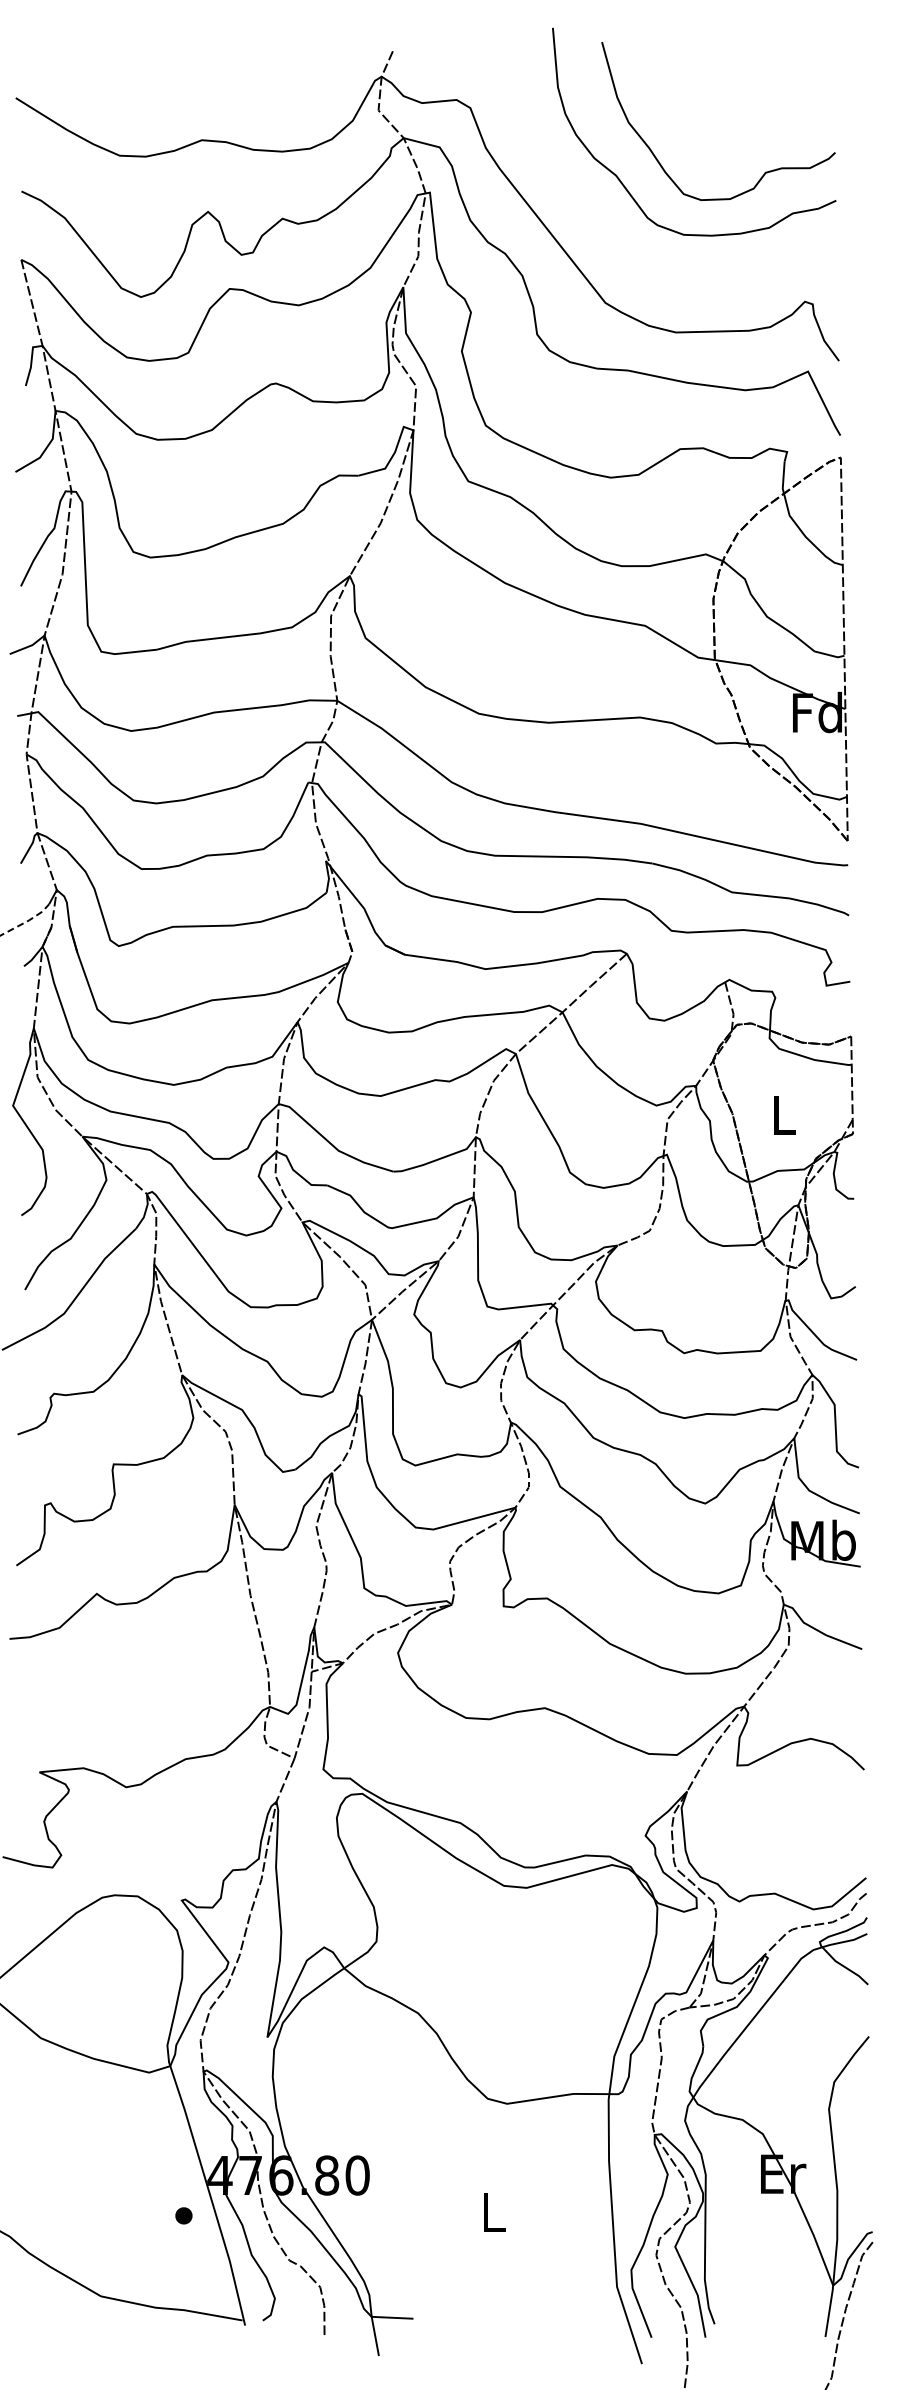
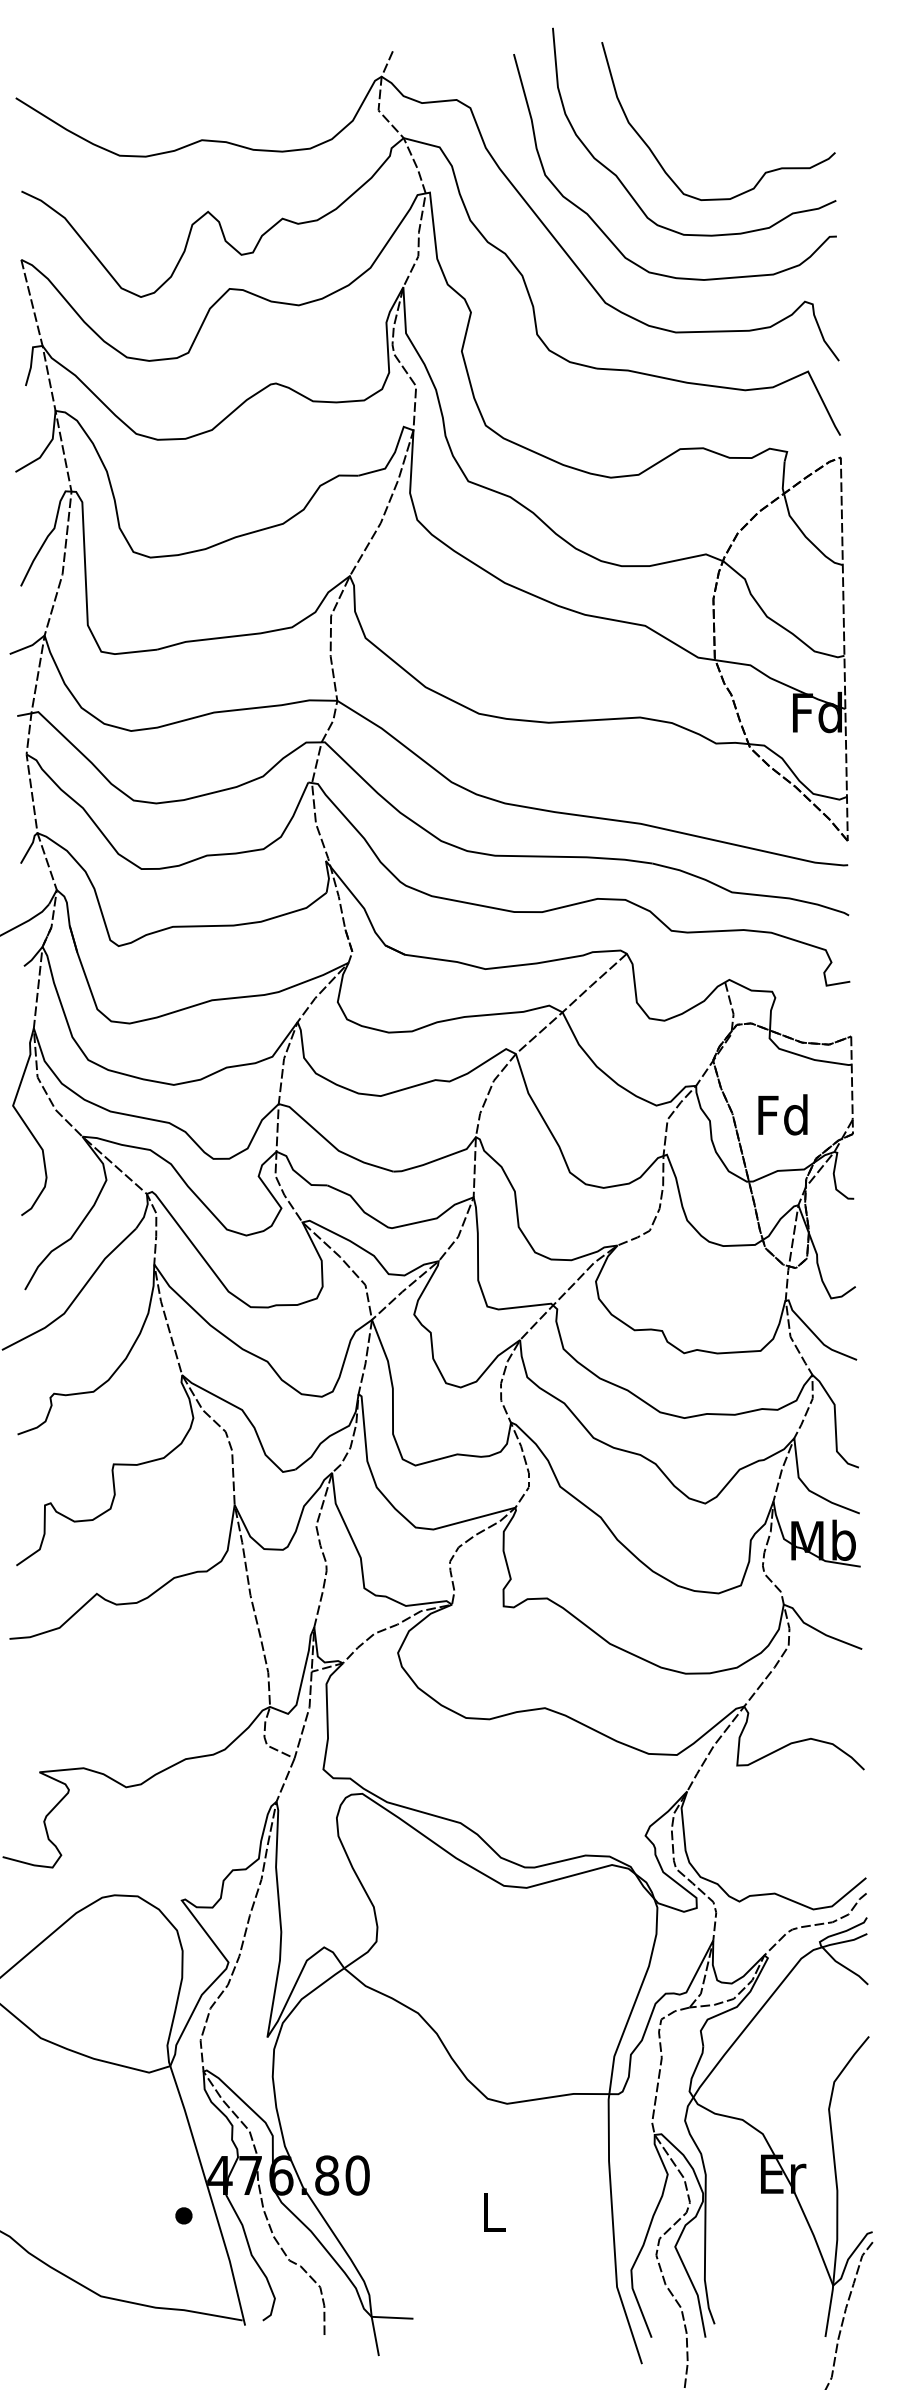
curve at (601, 228): none -> present
line at (27, 921): dashed -> solid
text at (782, 1114): L -> Fd
